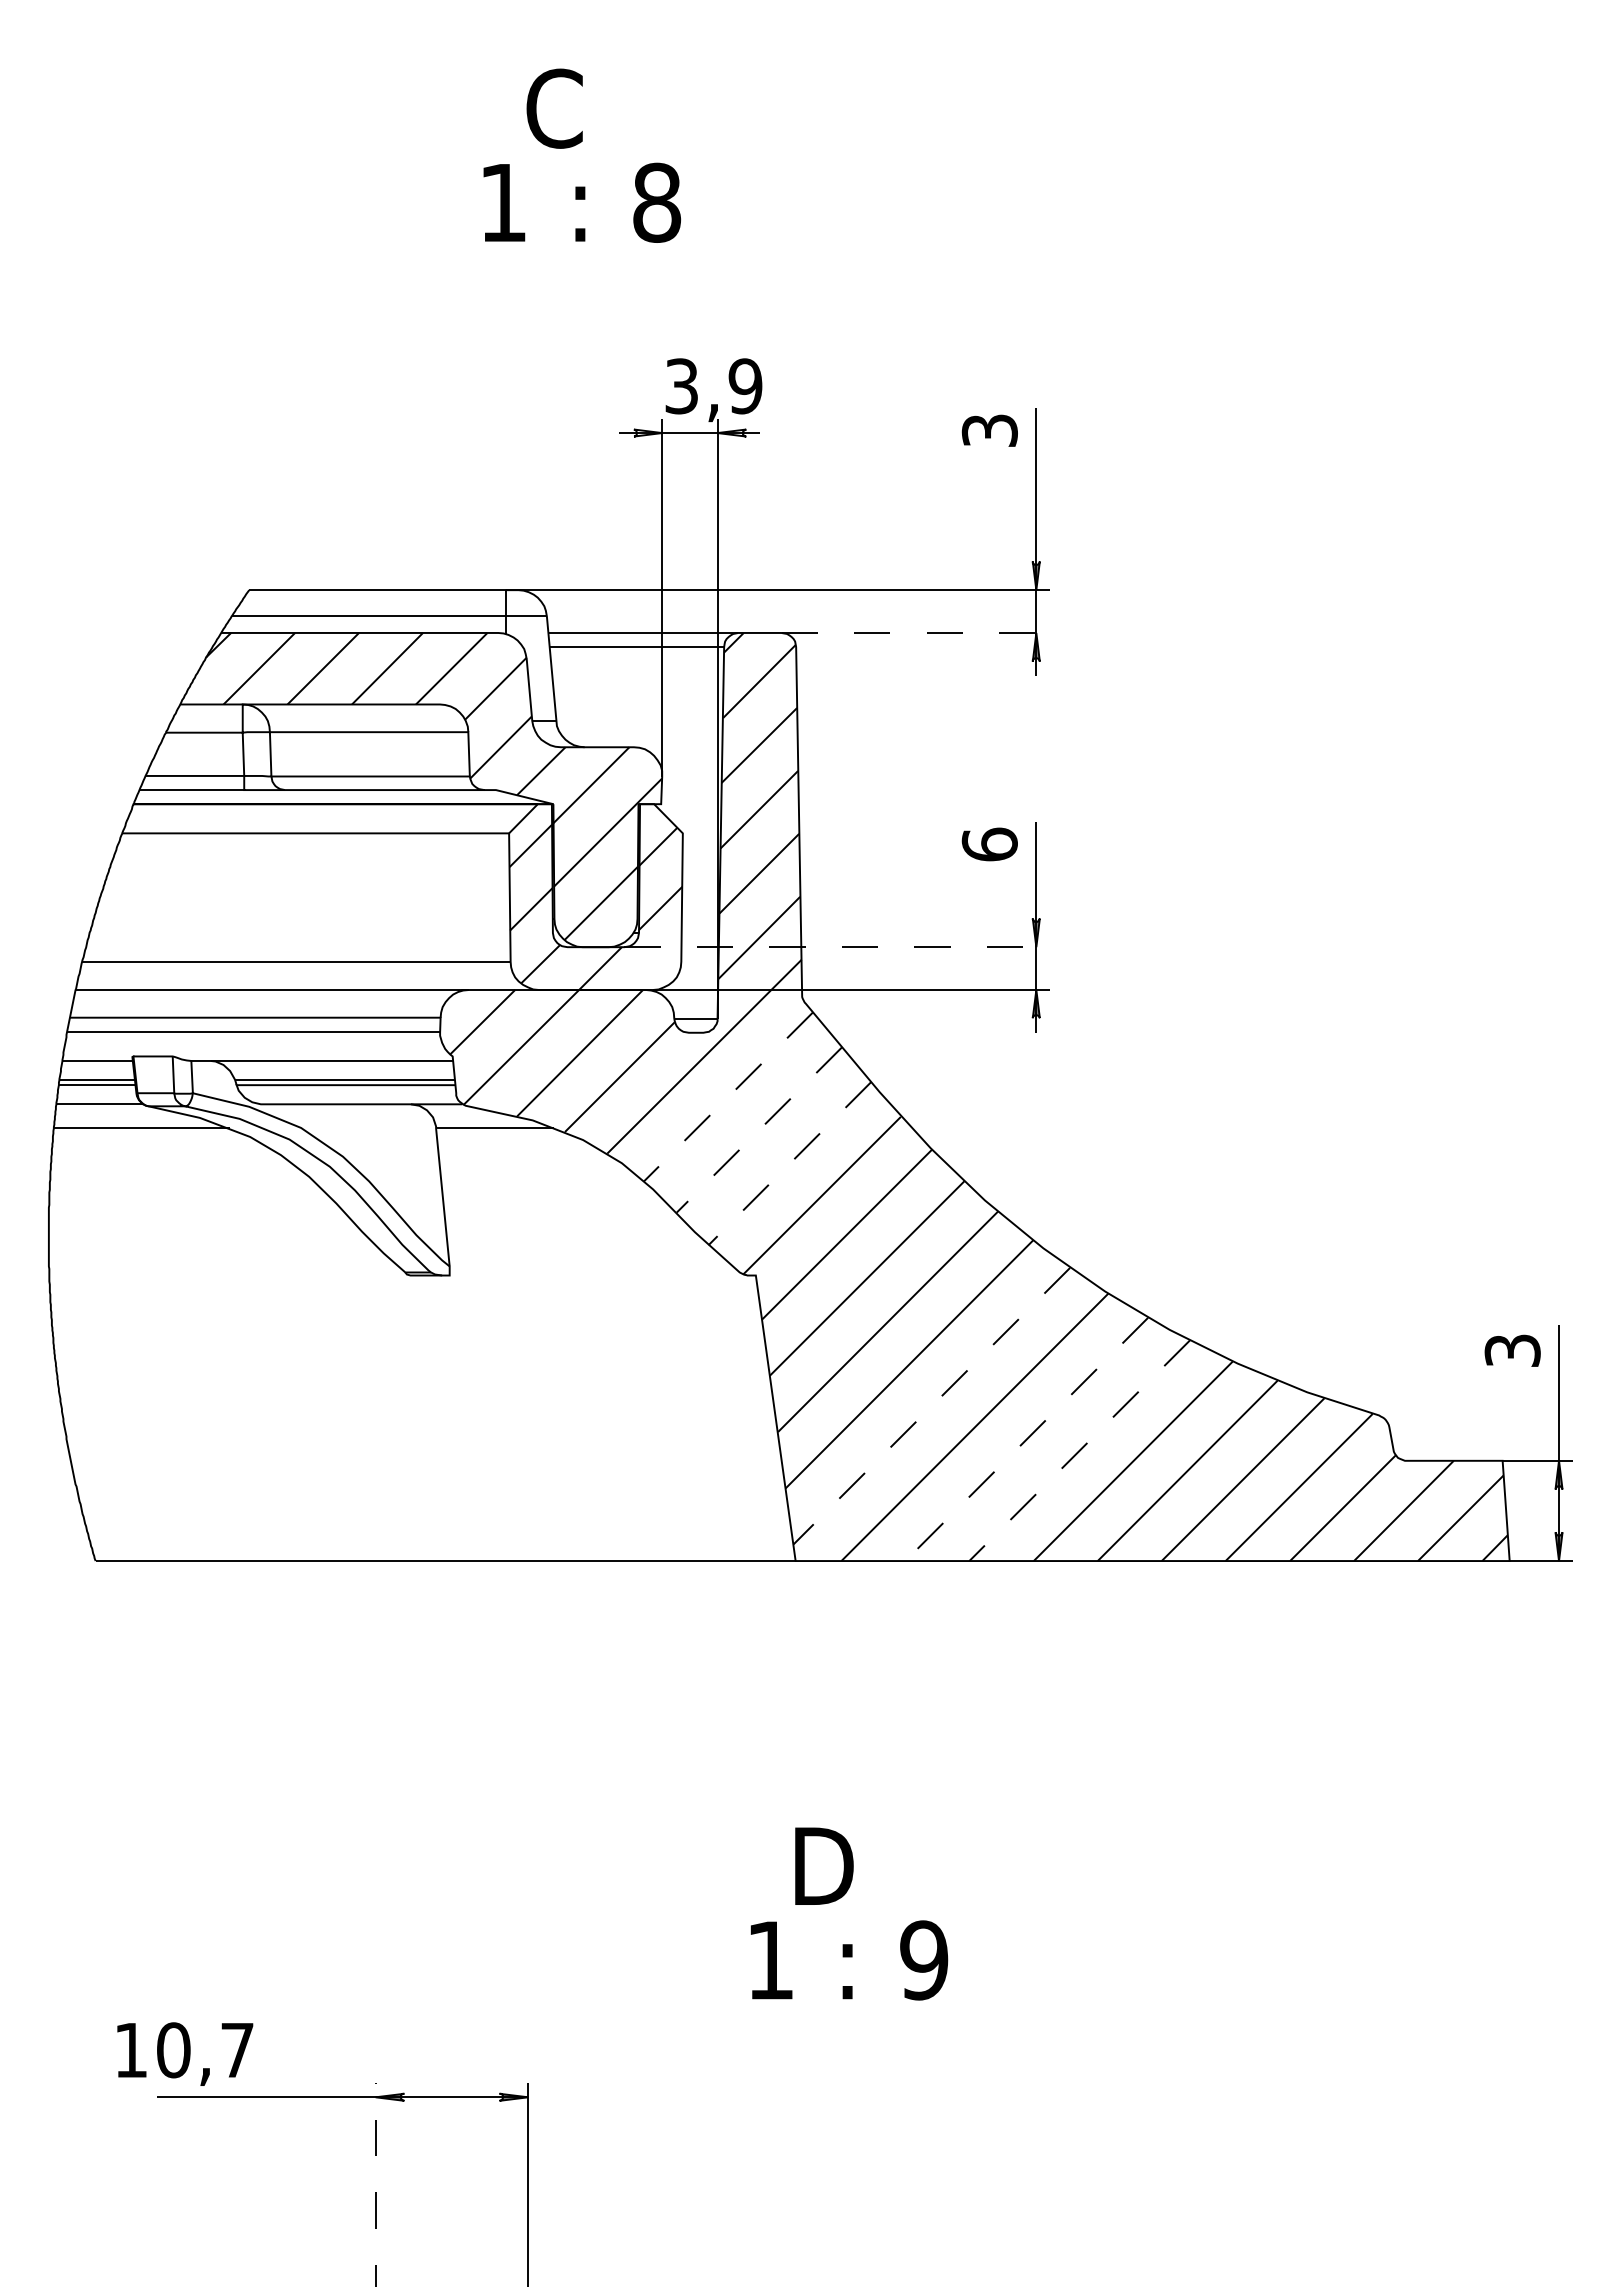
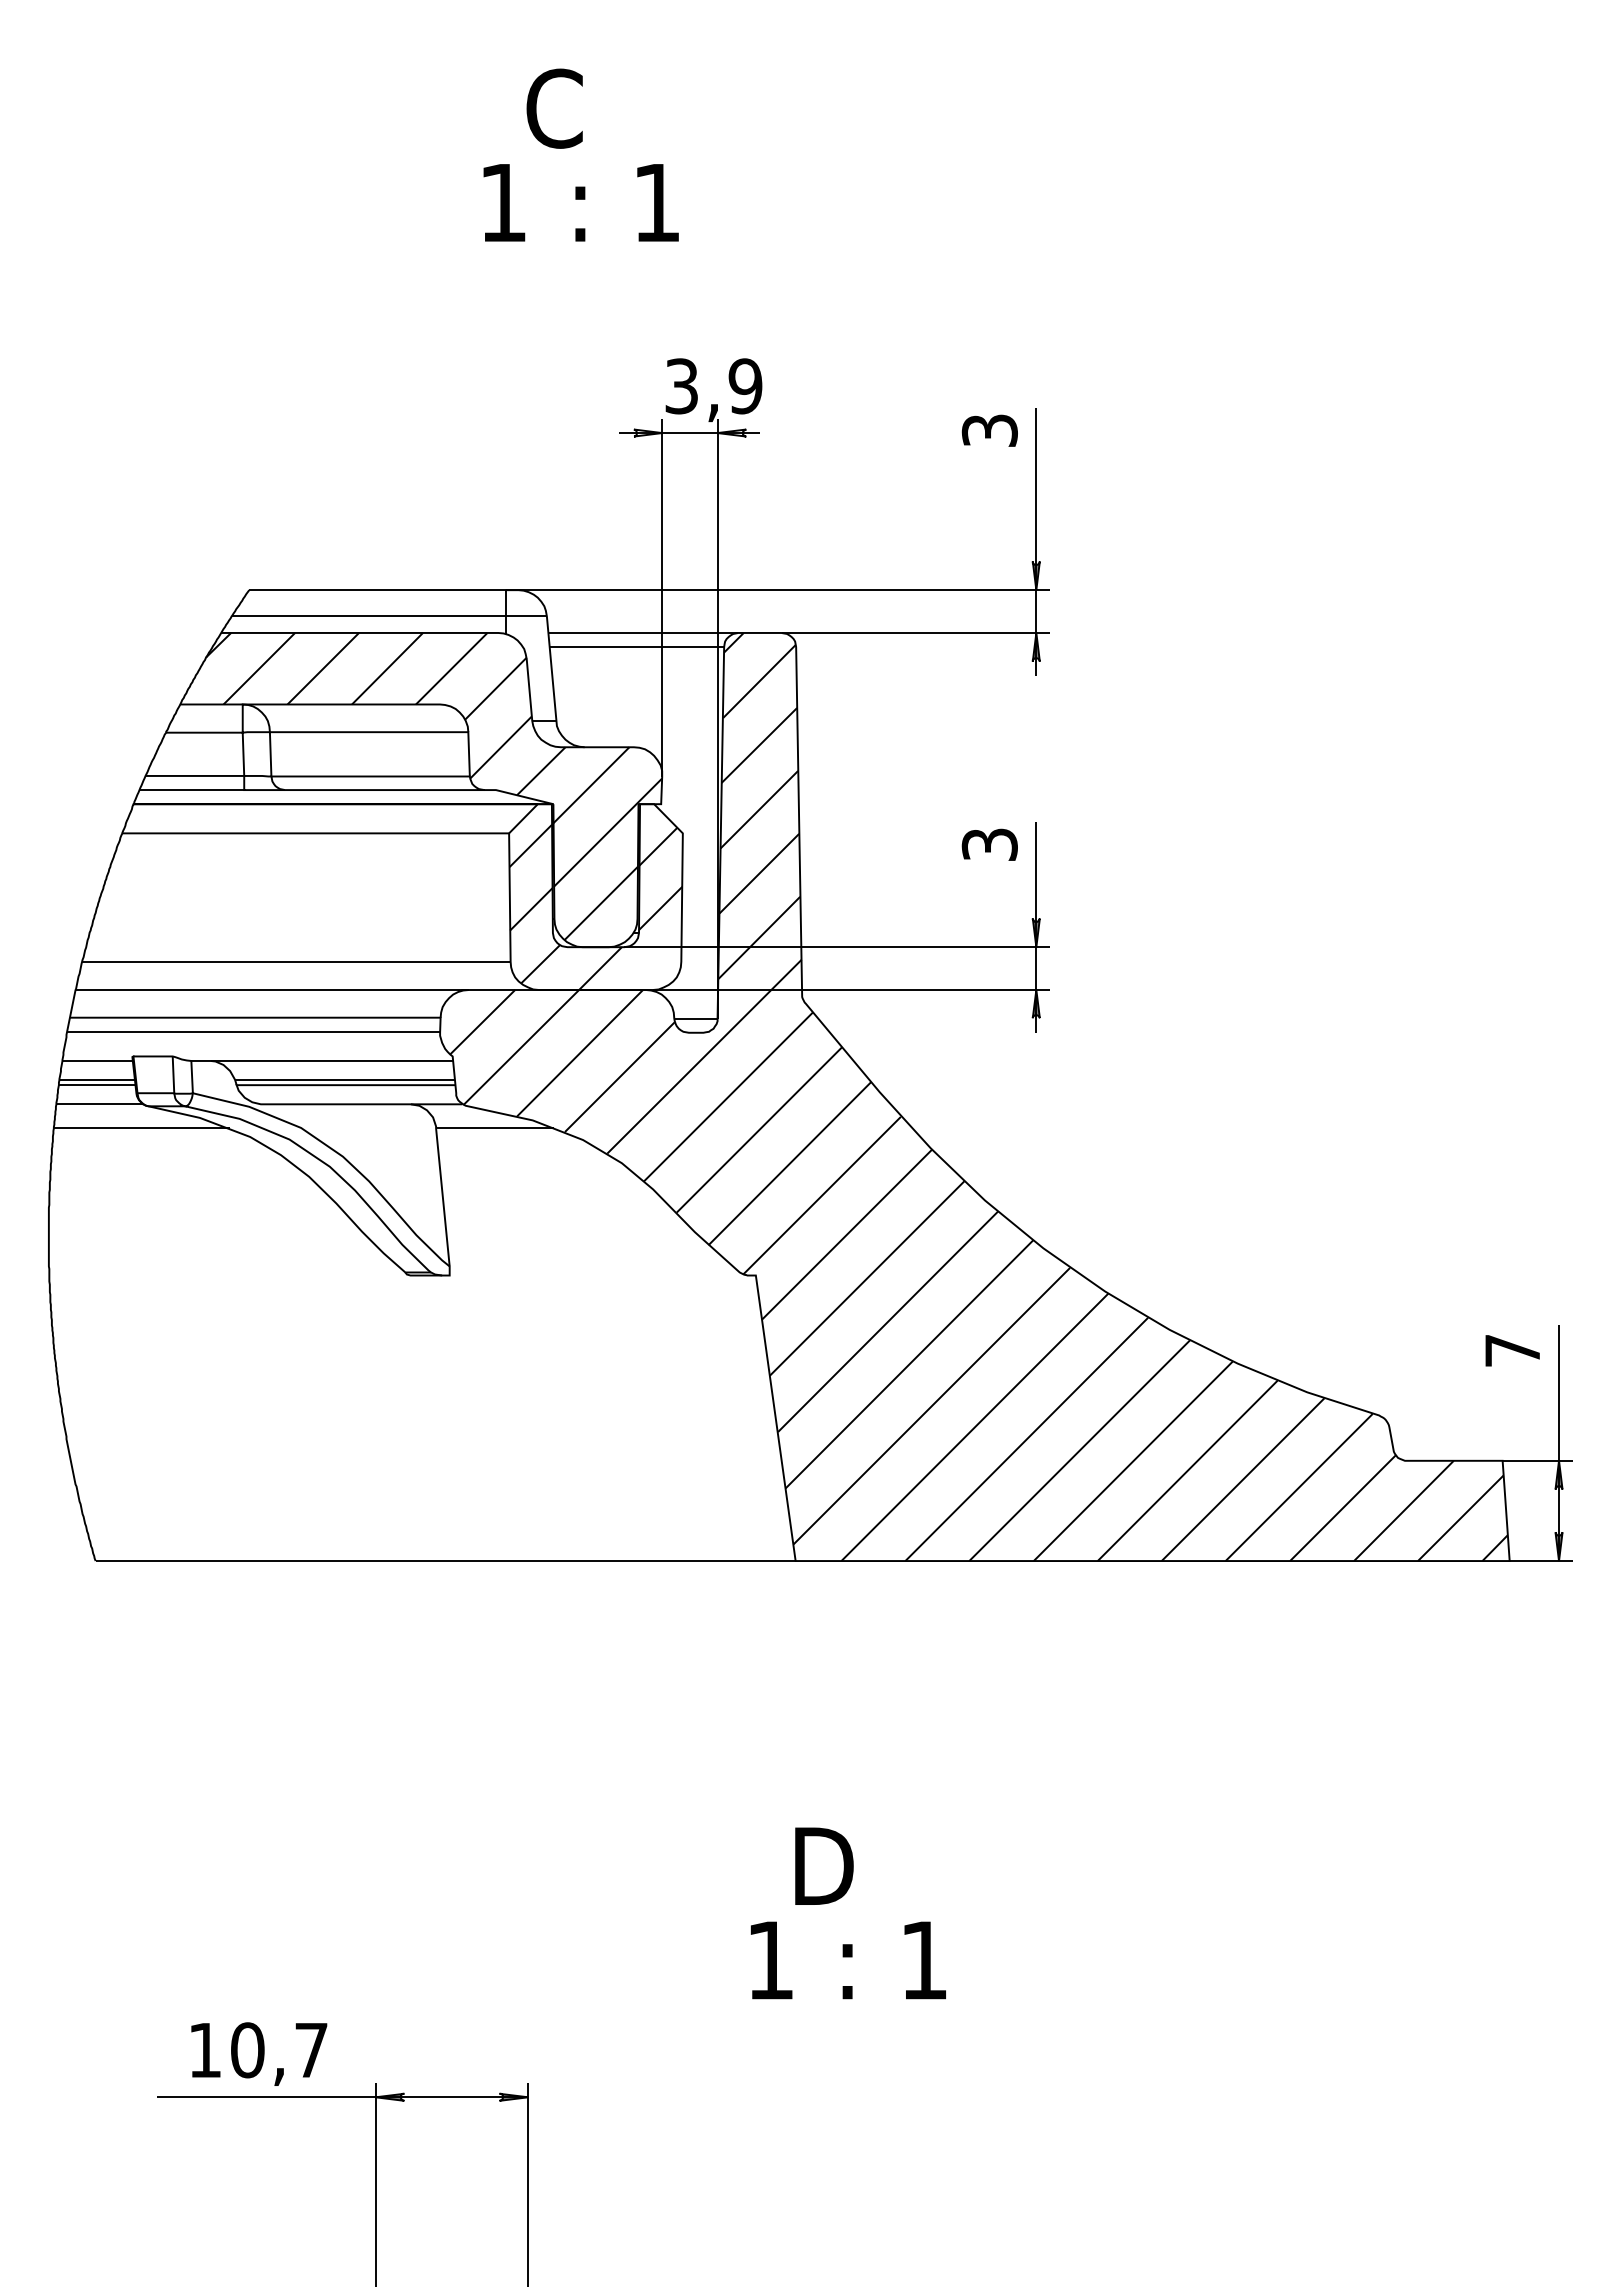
text at (657, 202): 8 -> 1
line at (916, 632): dashed -> solid
text at (989, 844): 6 -> 3
line at (837, 947): dashed -> solid
line at (728, 1097): dashed -> solid
line at (759, 1129): dashed -> solid
line at (789, 1164): dashed -> solid
text at (1512, 1350): 3 -> 7
line at (931, 1406): dashed -> solid
line at (1026, 1439): dashed -> solid
line at (1079, 1450): dashed -> solid
text at (924, 1960): 9 -> 1
text at (185, 2053) position: (185, 2053) -> (259, 2053)
line at (375, 2184): dashed -> solid
